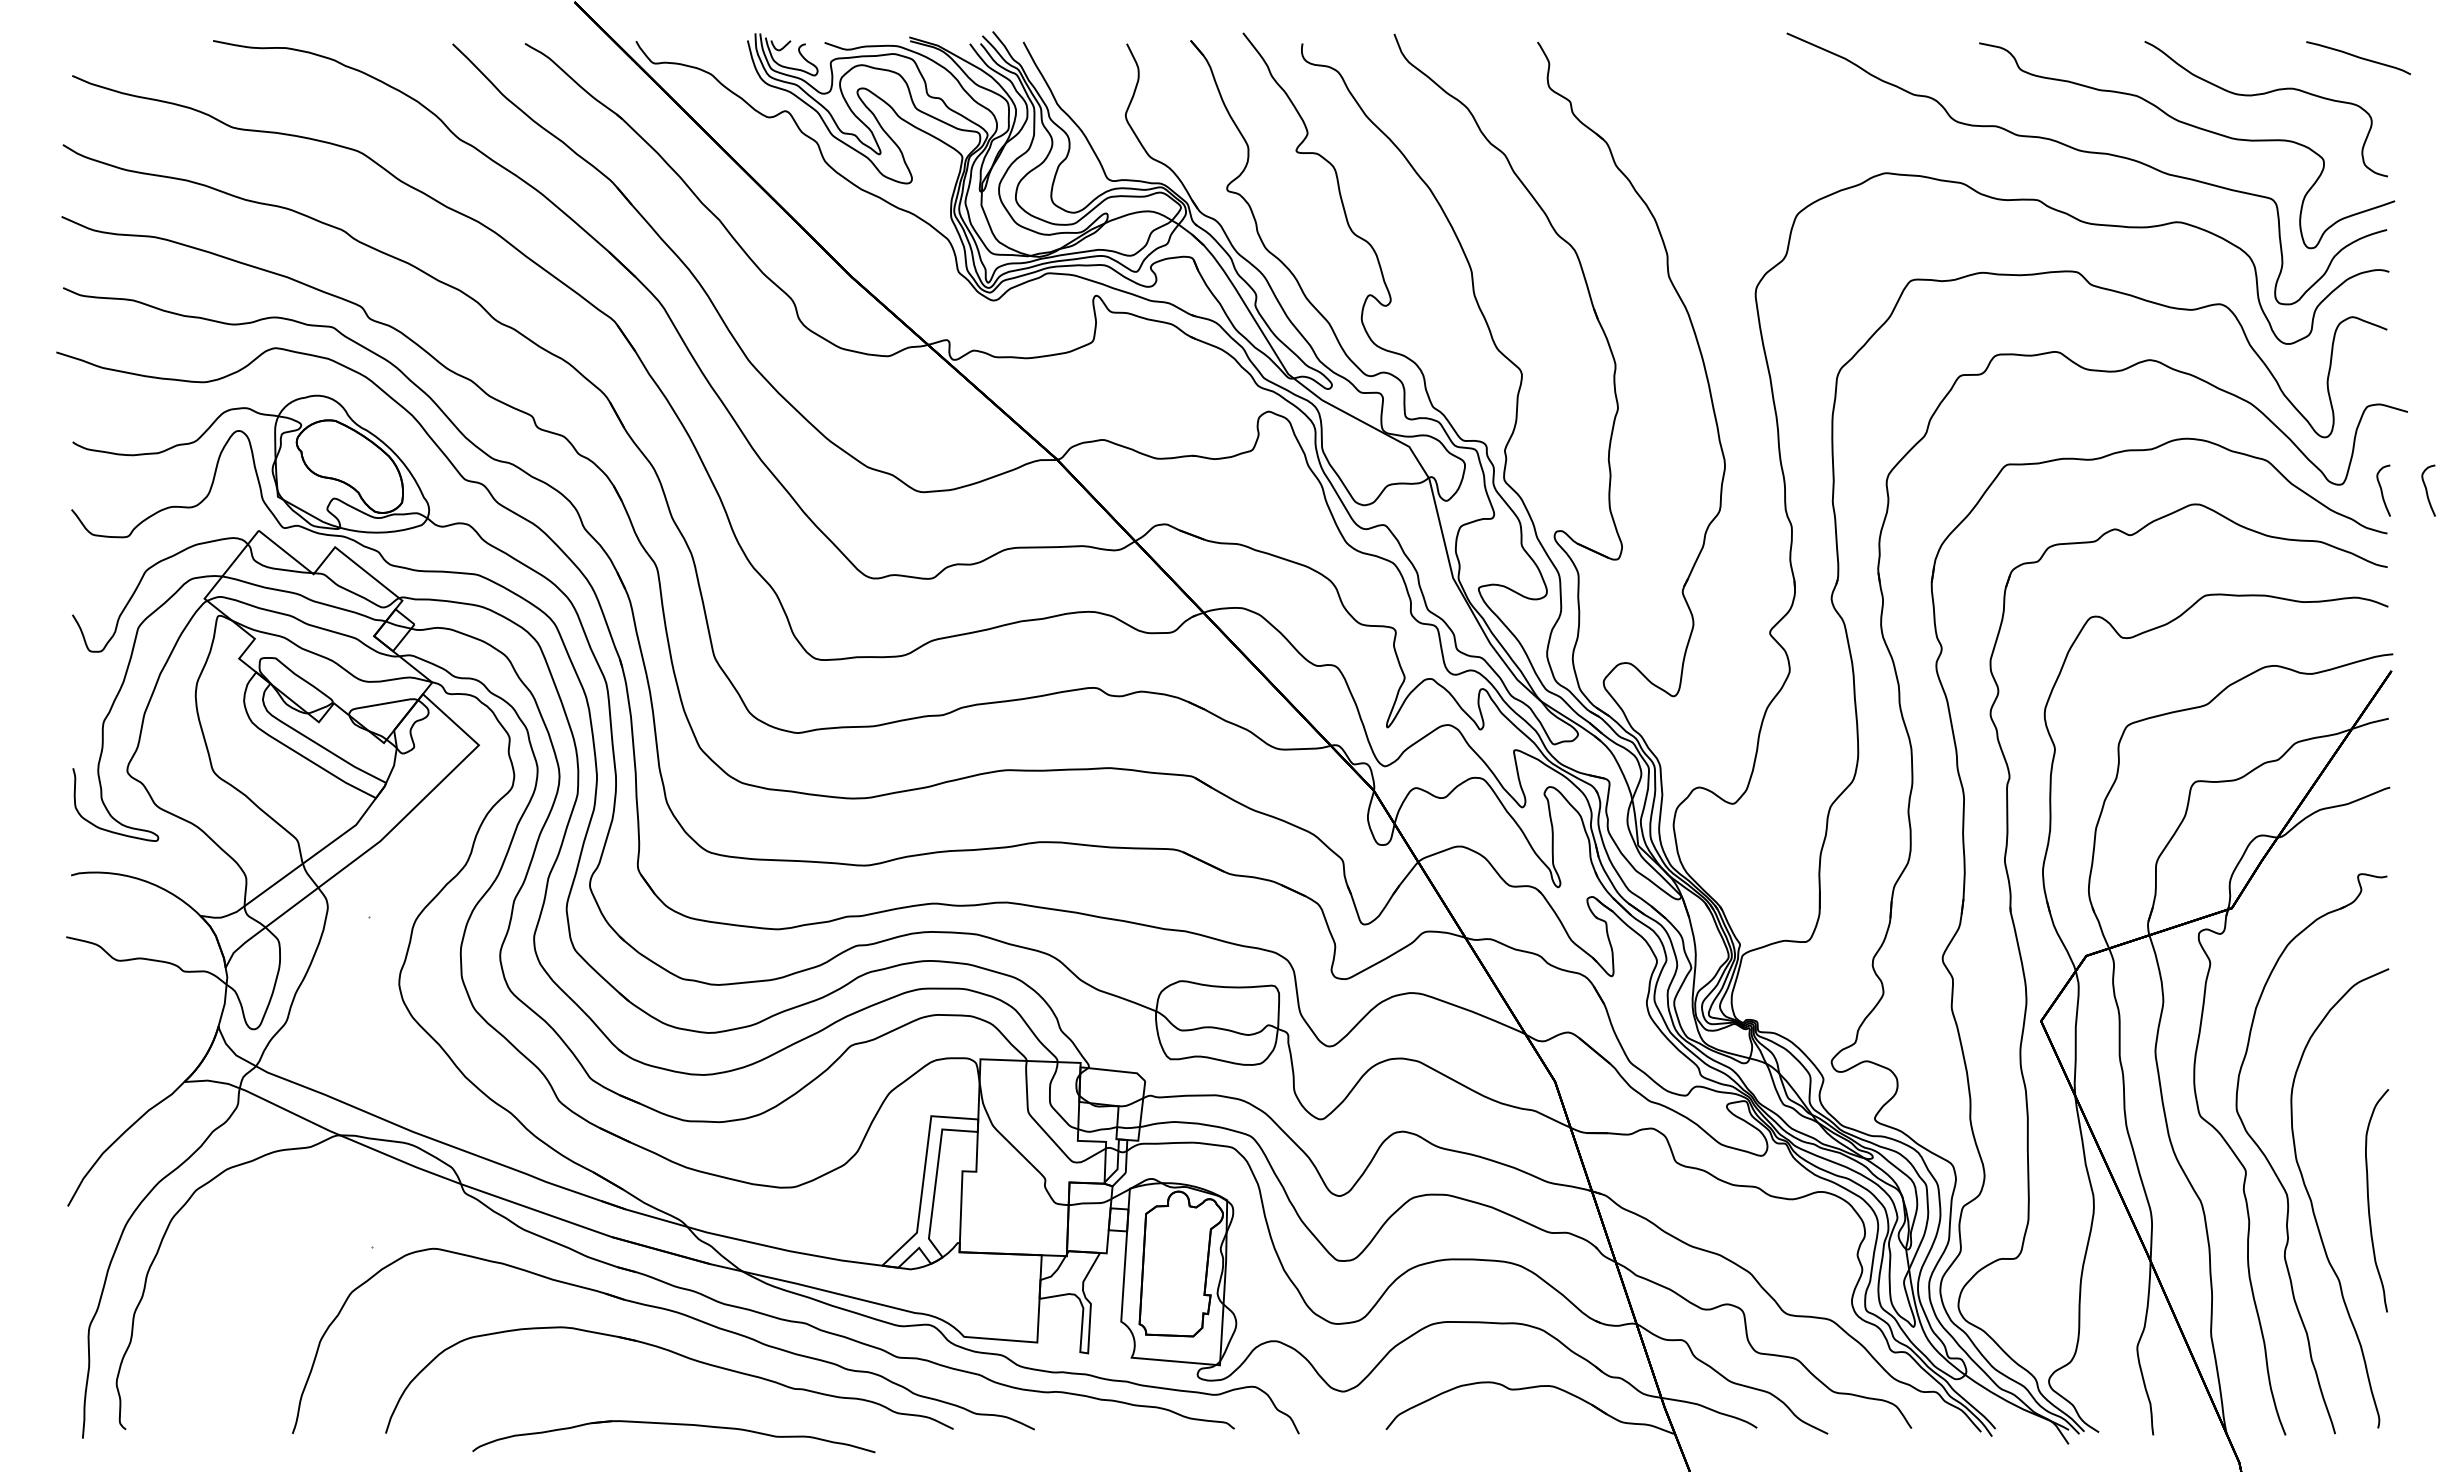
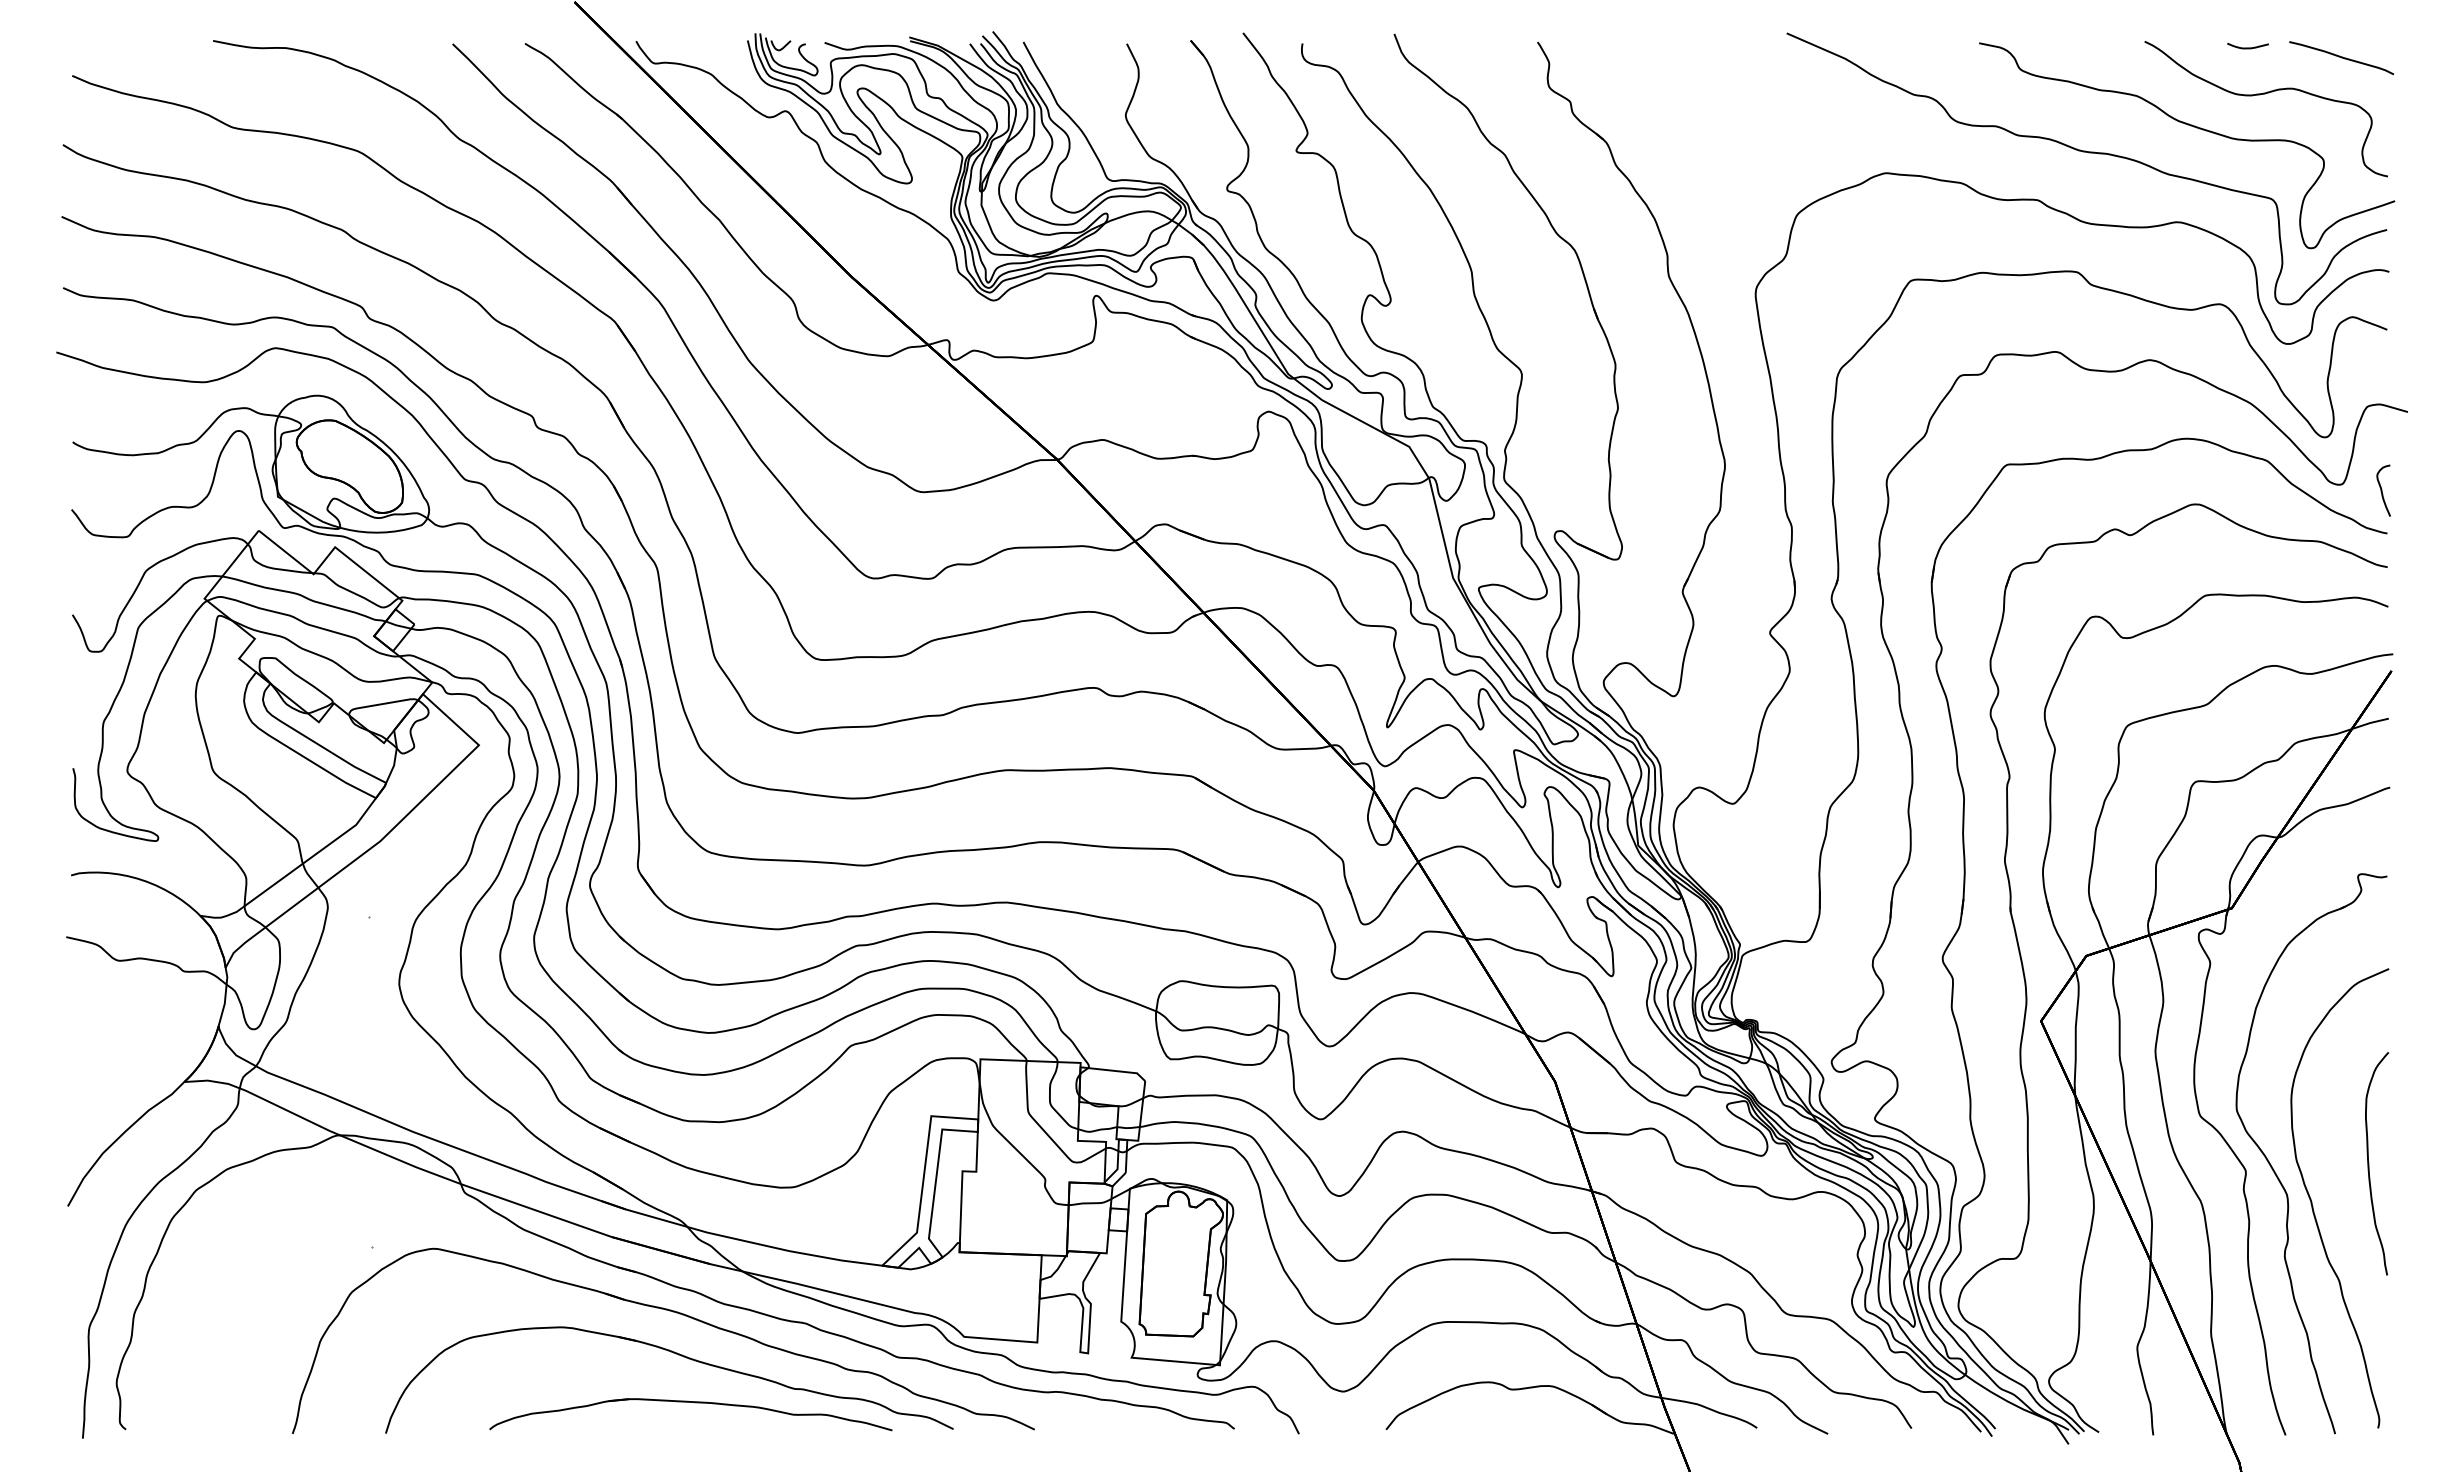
curve at (2247, 47): none -> present
curve at (2358, 58) position: (2358, 58) -> (2341, 58)
curve at (2427, 490): present -> none
curve at (2369, 1200) position: (2369, 1200) -> (2369, 1163)
part at (677, 1425) position: (677, 1425) -> (694, 1403)
